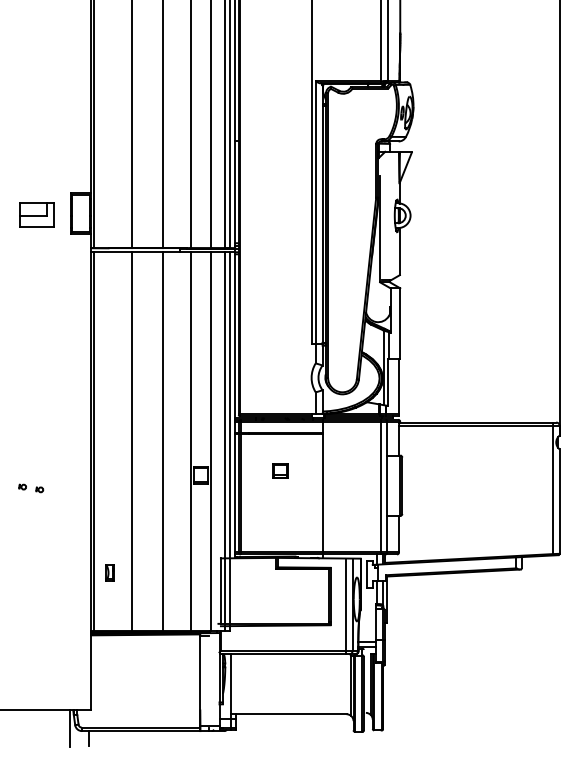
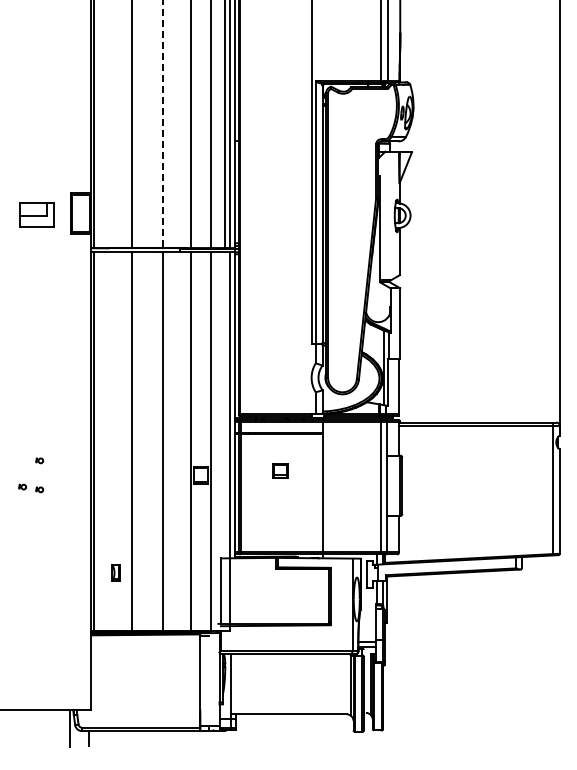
line at (163, 124): solid -> dashed
line at (225, 441): present -> none
part at (39, 460): none -> present
part at (109, 572) position: (109, 572) -> (115, 572)
line at (345, 606): present -> none
